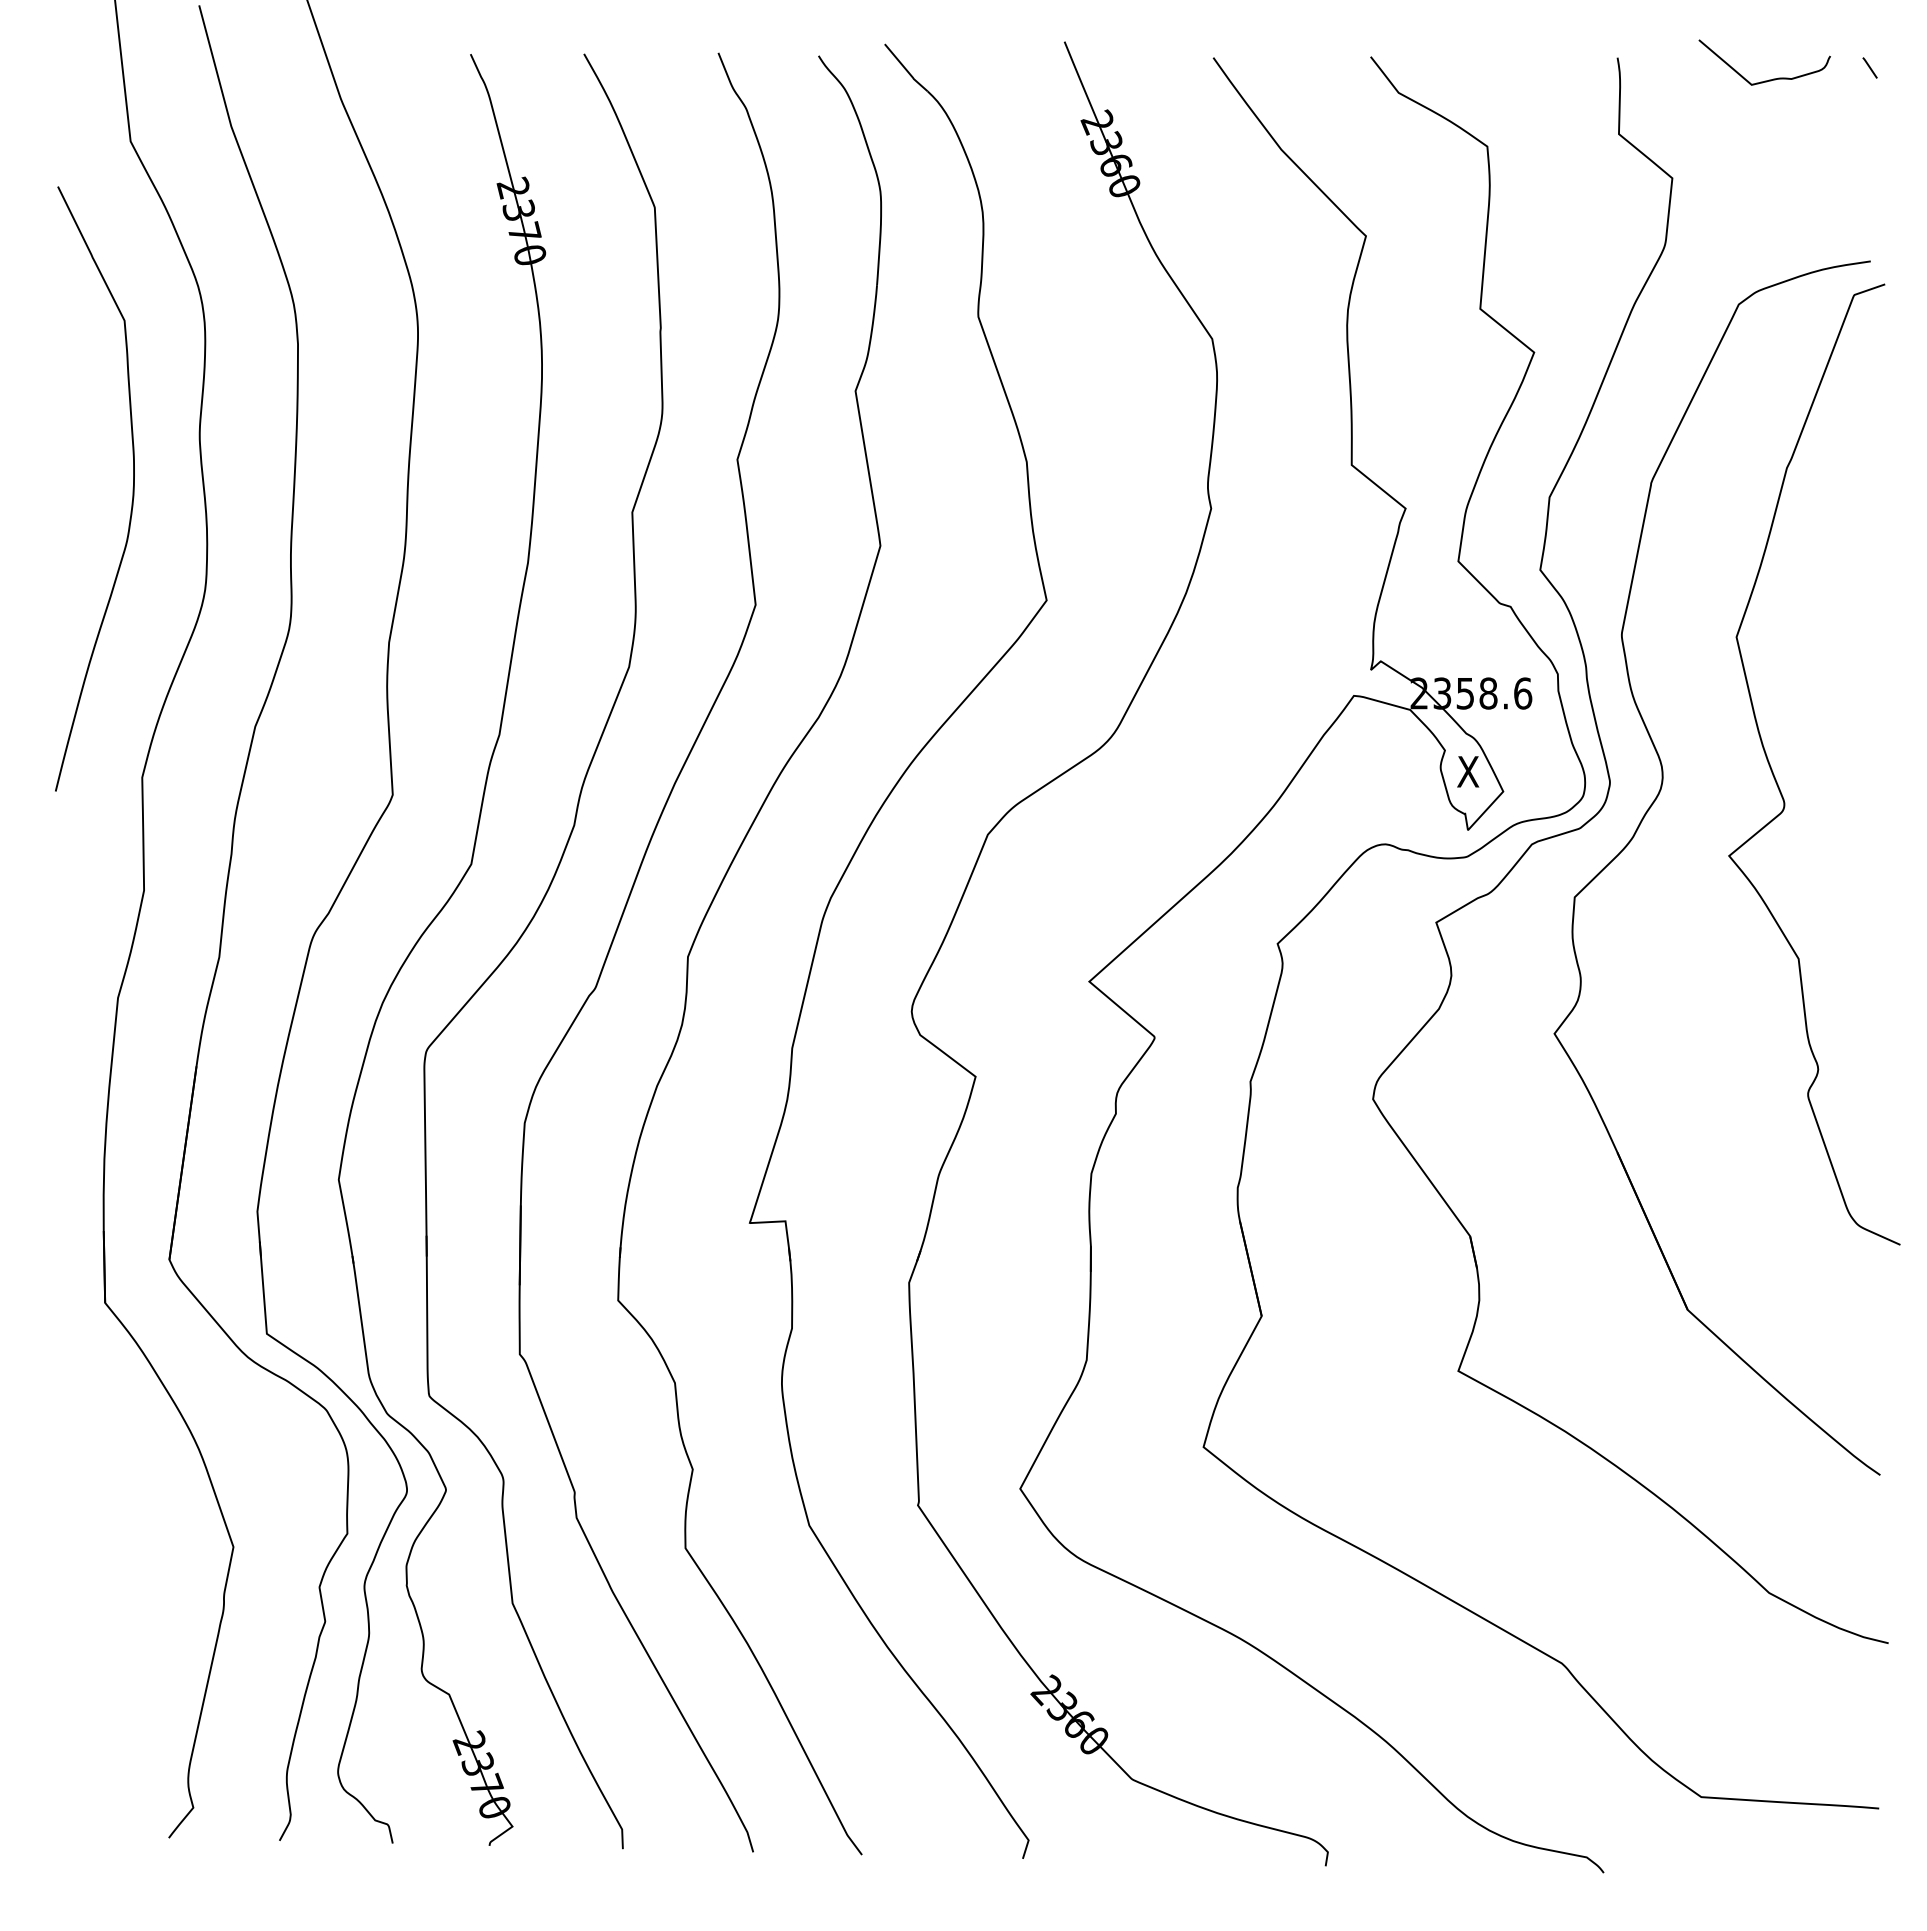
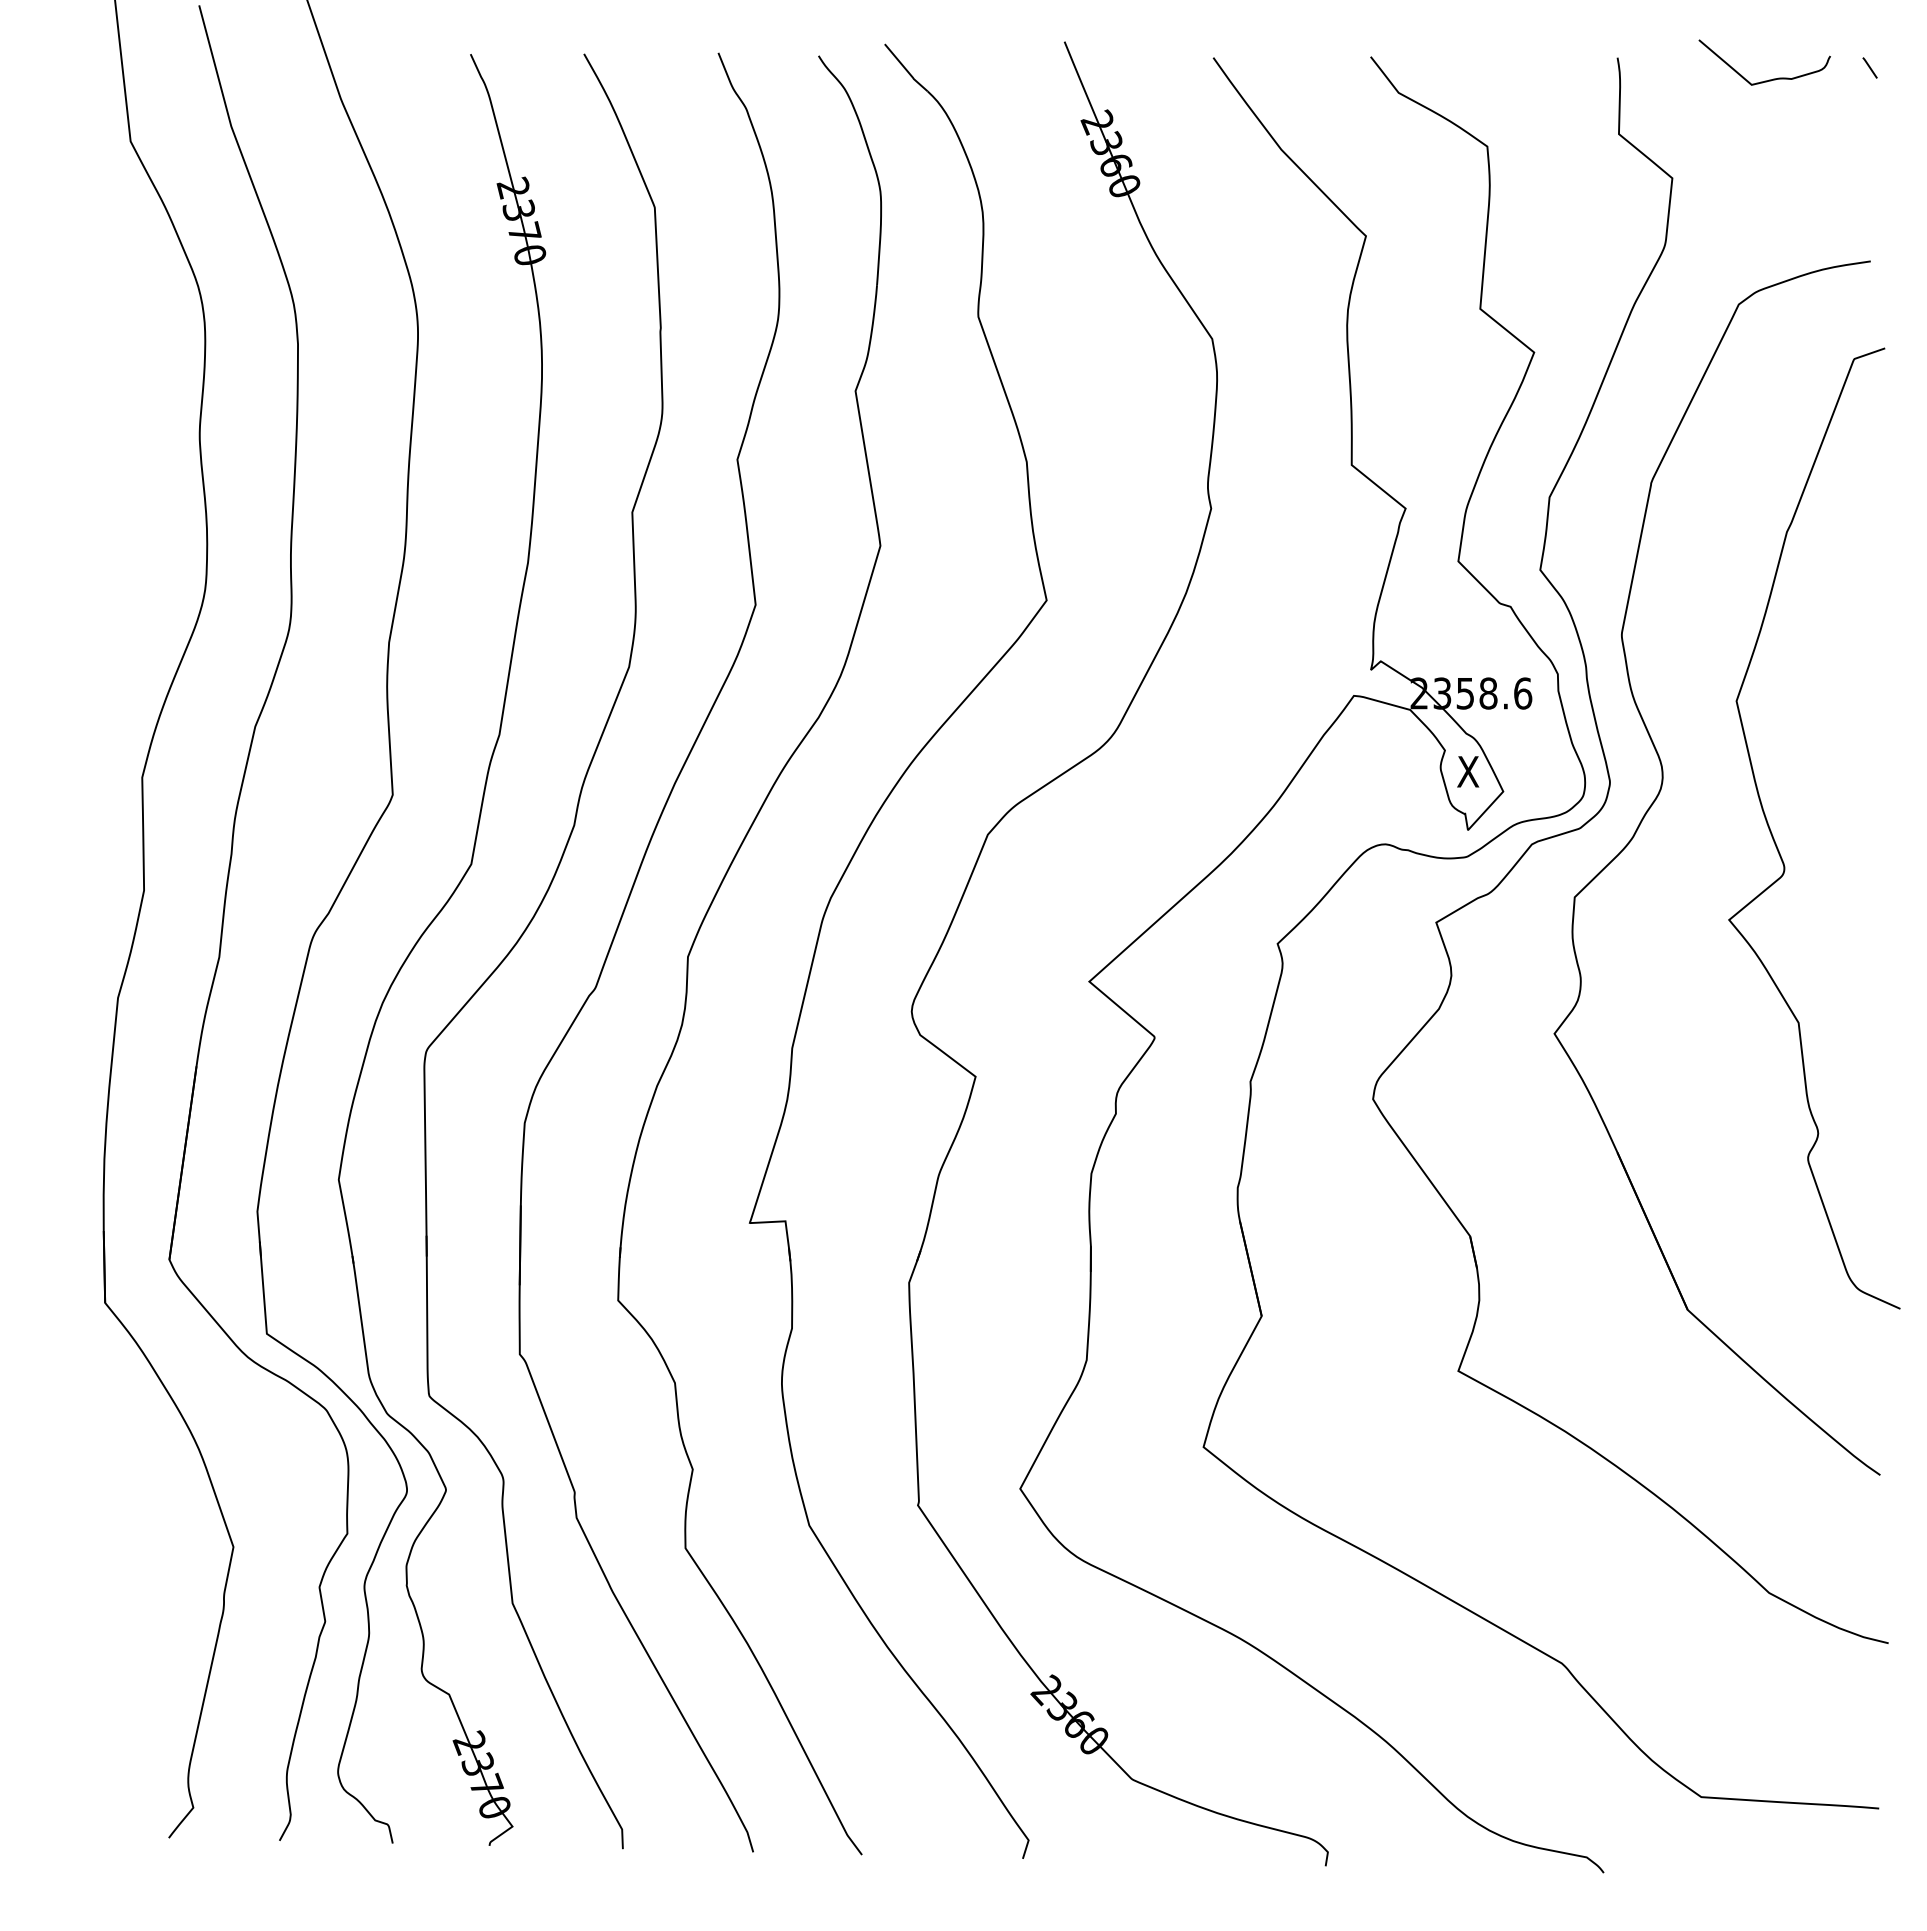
curve at (132, 488): present -> none
curve at (1777, 781) position: (1777, 781) -> (1777, 845)
